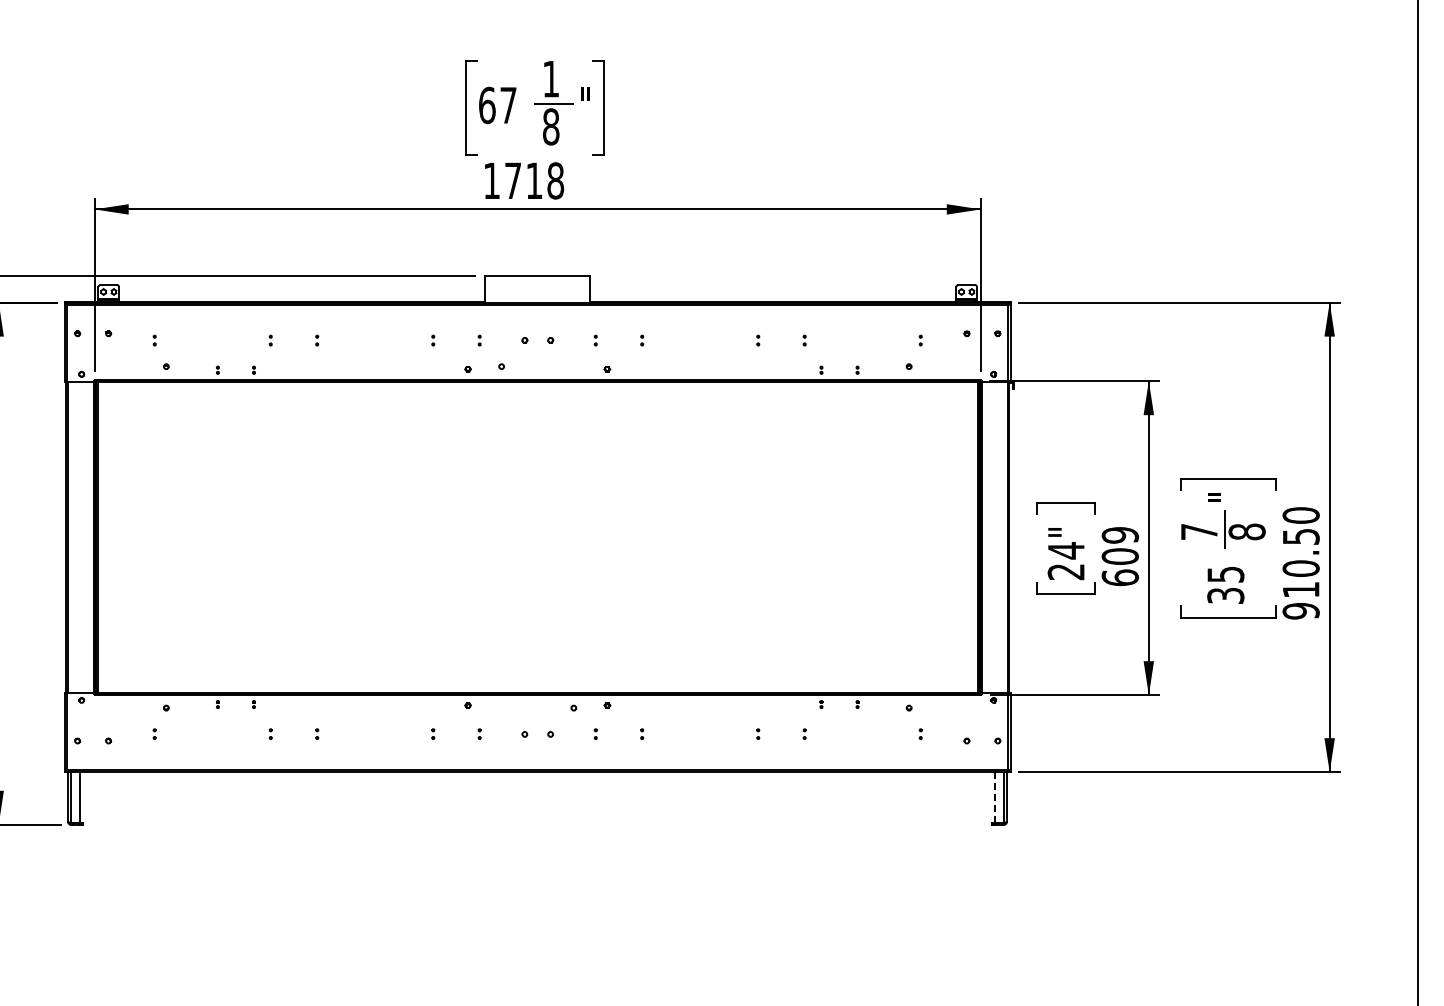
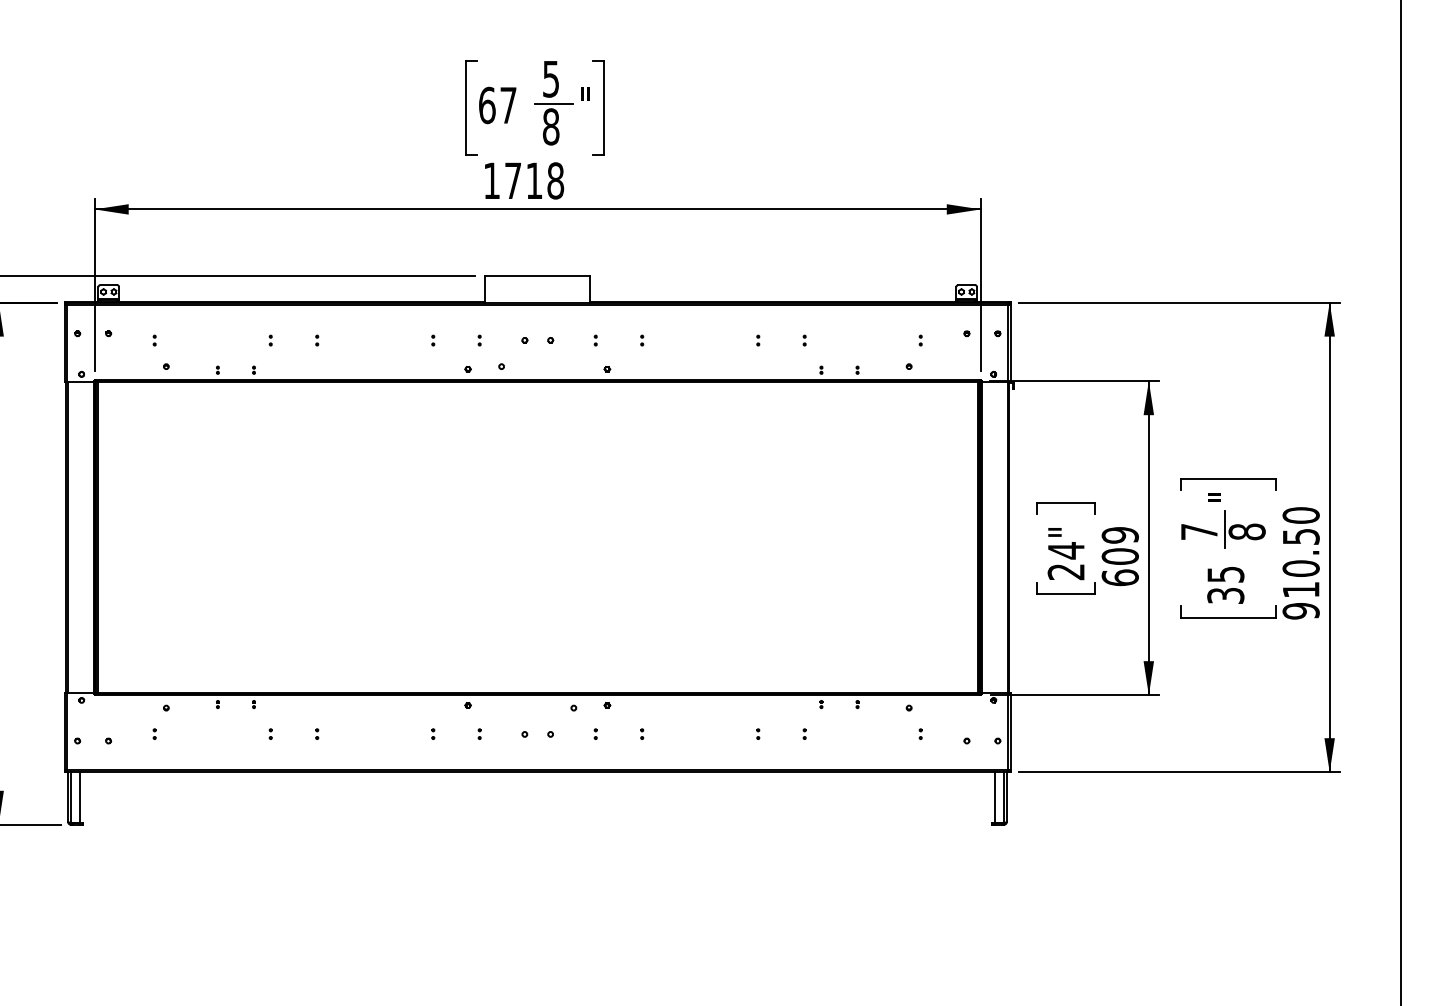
text at (550, 79): 1 -> 5
line at (1417, 502) position: (1417, 502) -> (1400, 502)
line at (994, 798): dashed -> solid
